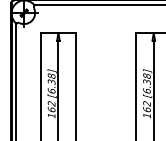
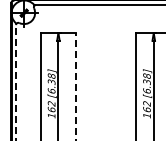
line at (16, 82): solid -> dashed
line at (76, 87): solid -> dashed
